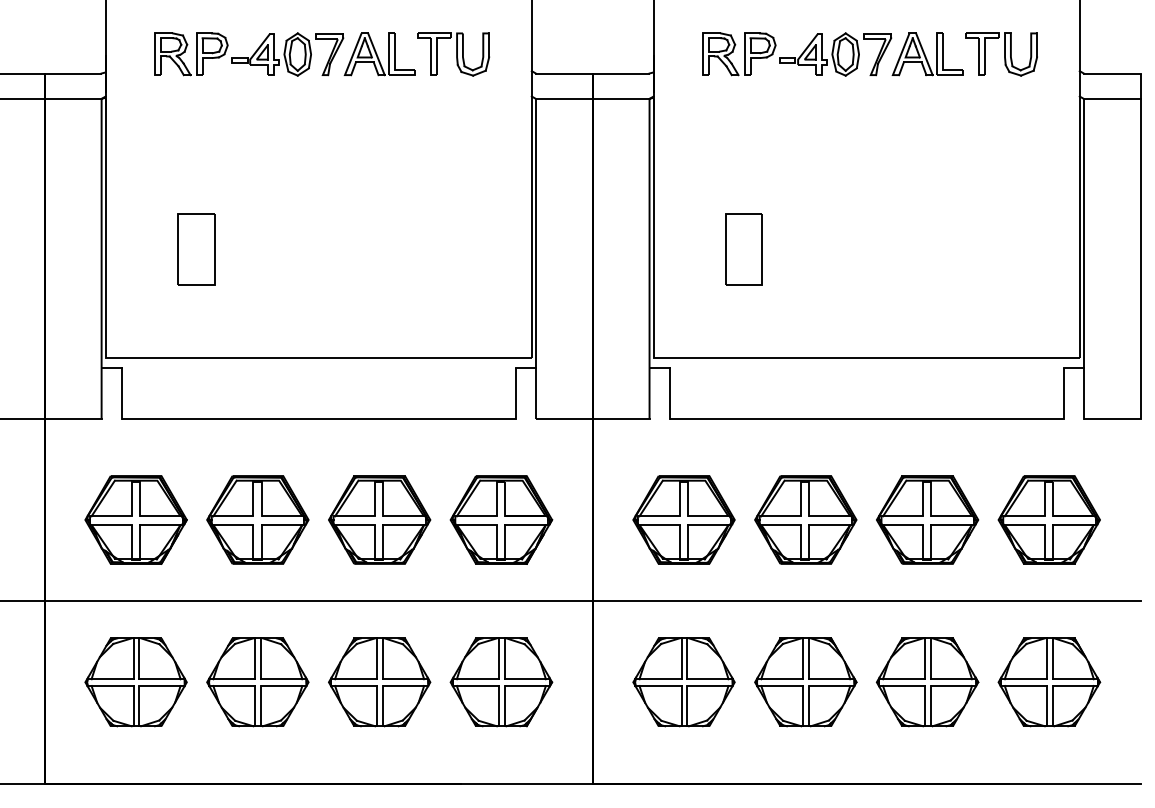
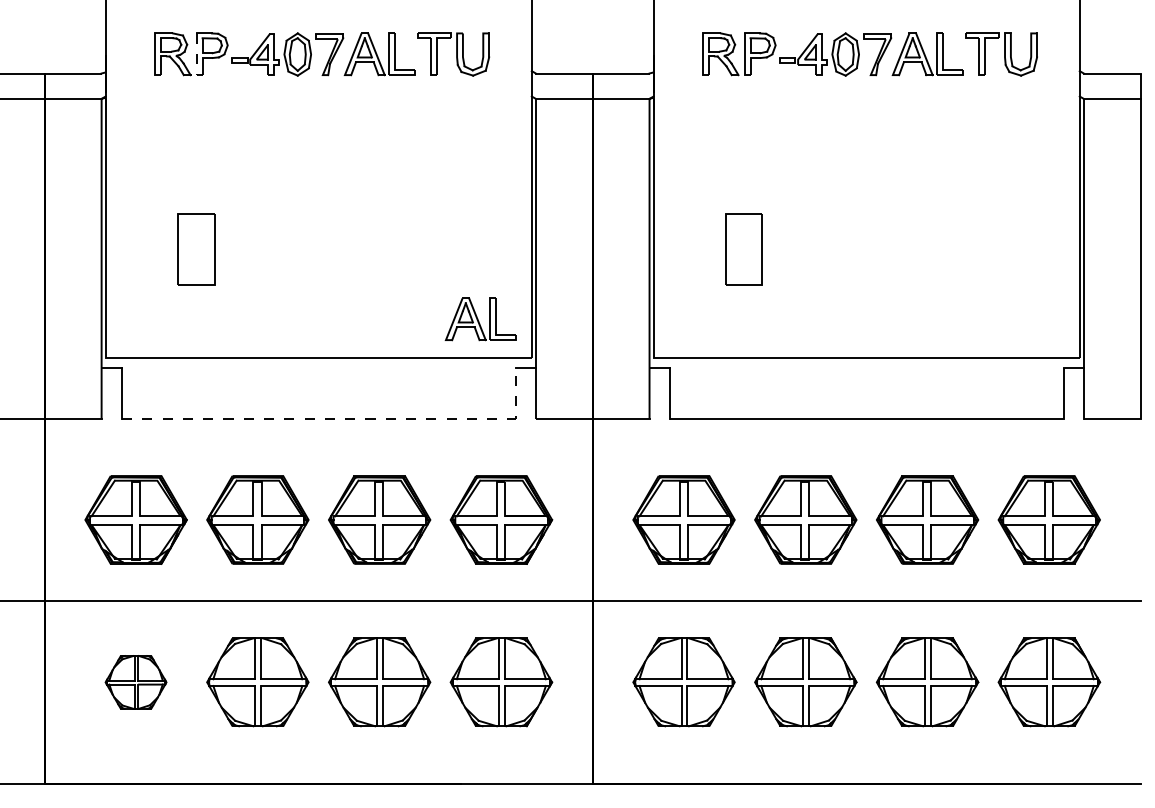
line at (196, 58): solid -> dashed
part at (480, 319): none -> present
line at (344, 418): solid -> dashed
part at (135, 682) size: 104x91 px -> 64x55 px
